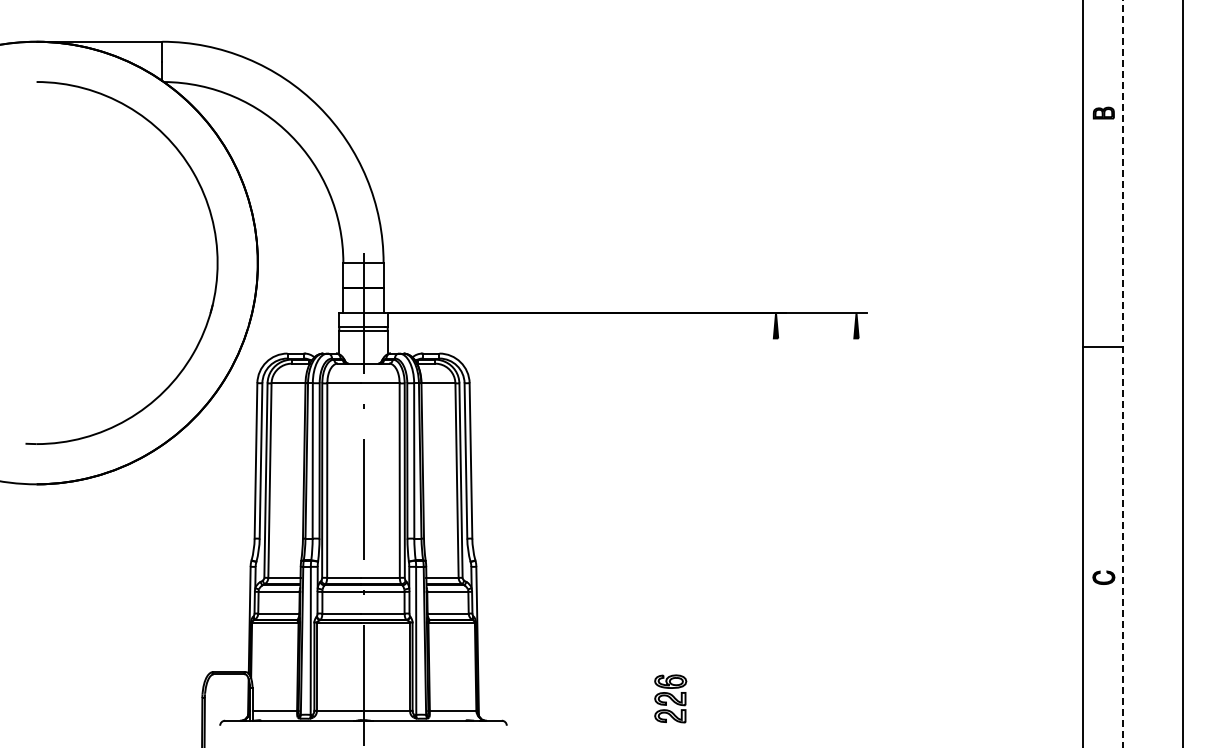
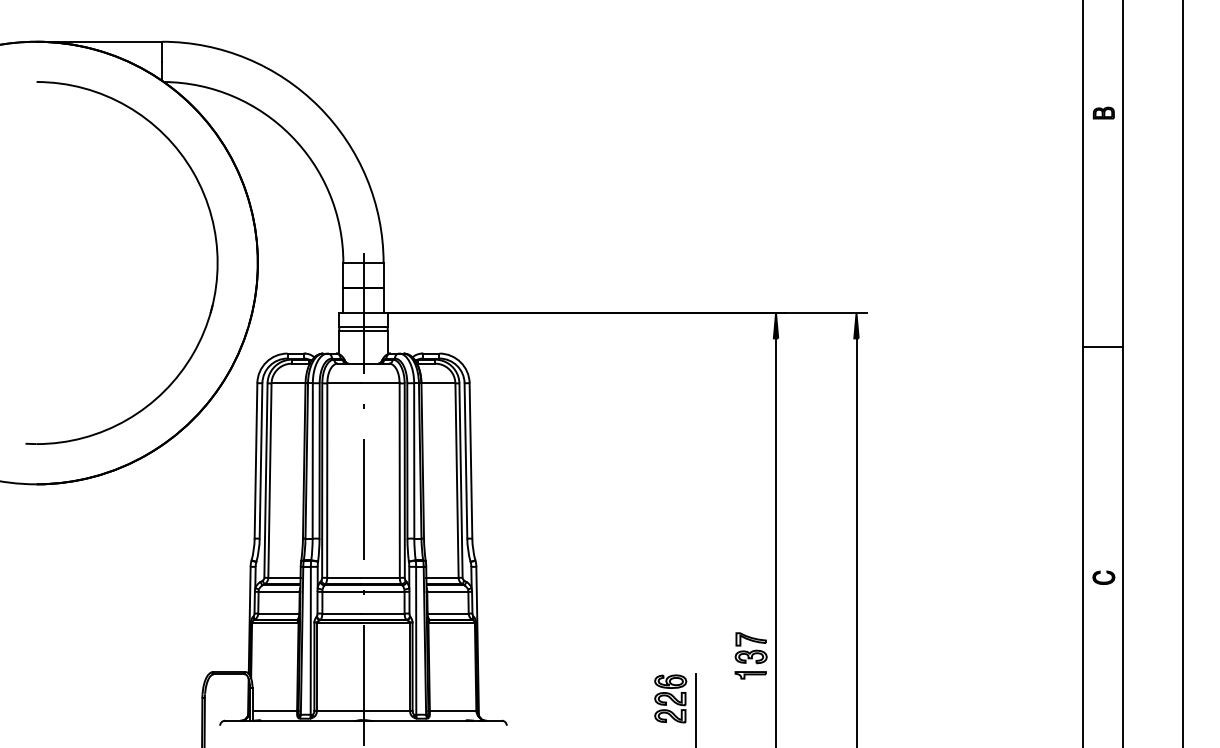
line at (1123, 373): dashed -> solid
line at (776, 541): none -> present
line at (856, 541): none -> present
part at (750, 655): none -> present
line at (695, 708): none -> present
